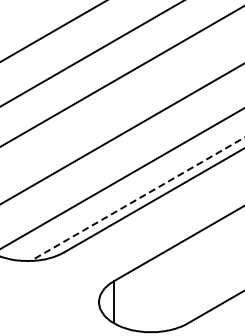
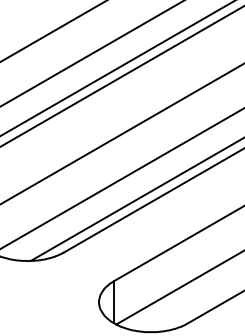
line at (117, 68): none -> present
line at (137, 199): dashed -> solid
line at (178, 288): none -> present
